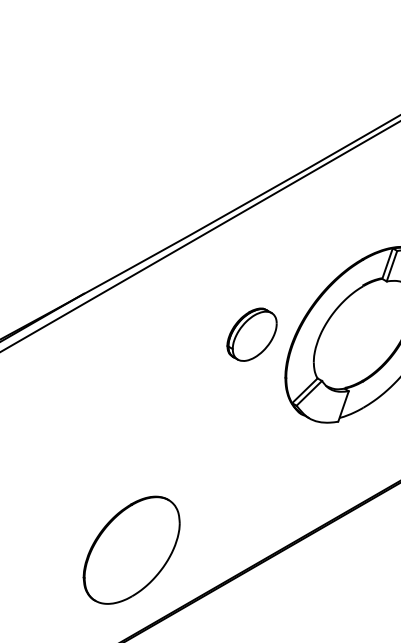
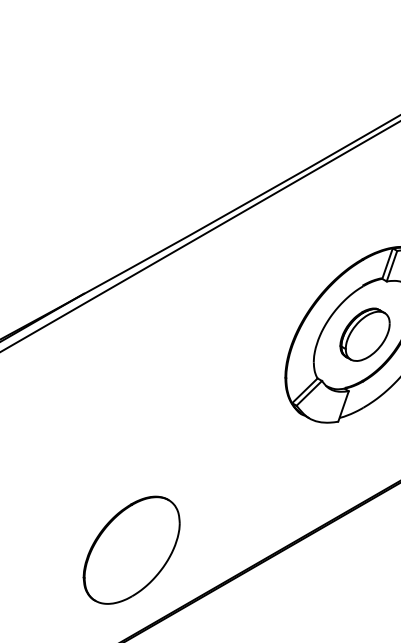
part at (251, 334) position: (251, 334) -> (364, 334)
